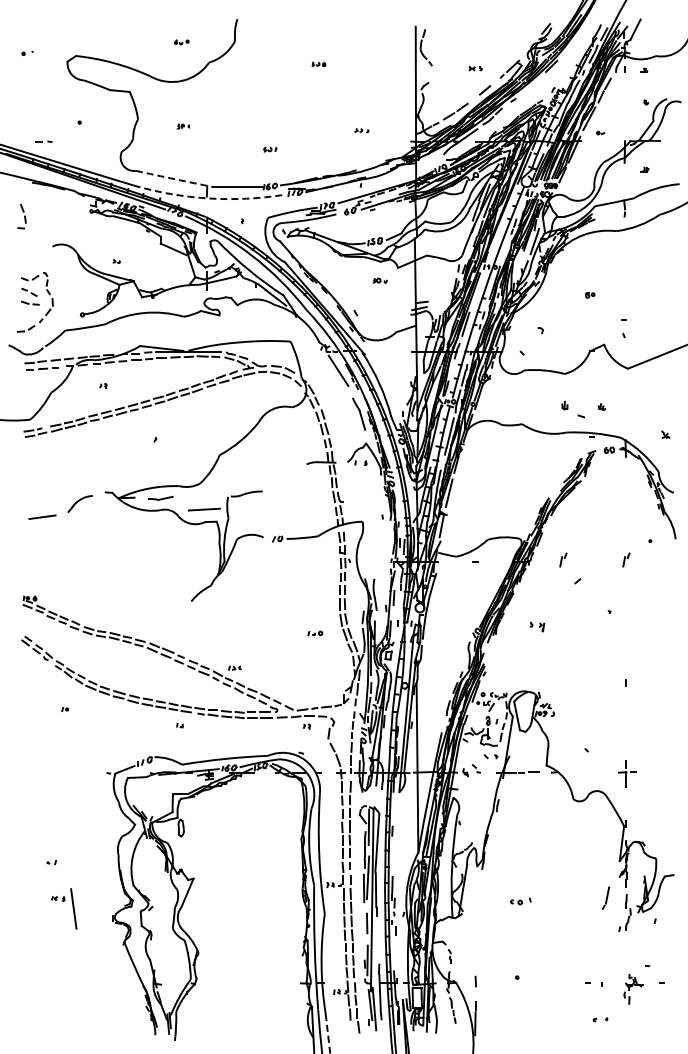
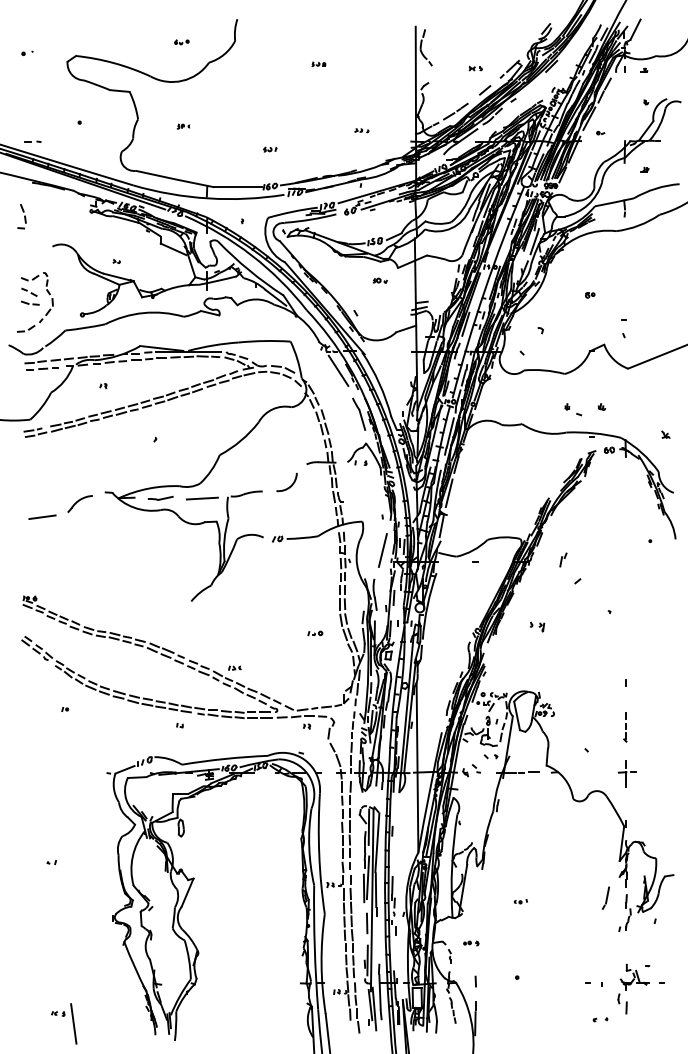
part at (43, 141) position: (43, 141) -> (32, 141)
arc at (175, 179): dashed -> solid
arc at (208, 198): dashed -> solid
part at (573, 409) size: 25x19 px -> 19x14 px
arc at (290, 485): none -> present
line at (204, 509) position: (204, 509) -> (202, 498)
line at (382, 550): none -> present
part at (626, 559): present -> none
part at (625, 727): none -> present
part at (64, 901) position: (64, 901) -> (64, 1016)
part at (520, 901) size: 22x9 px -> 14x6 px
part at (471, 943): none -> present
part at (633, 989) size: 21x31 px -> 33x52 px
line at (327, 1033): dashed -> solid
